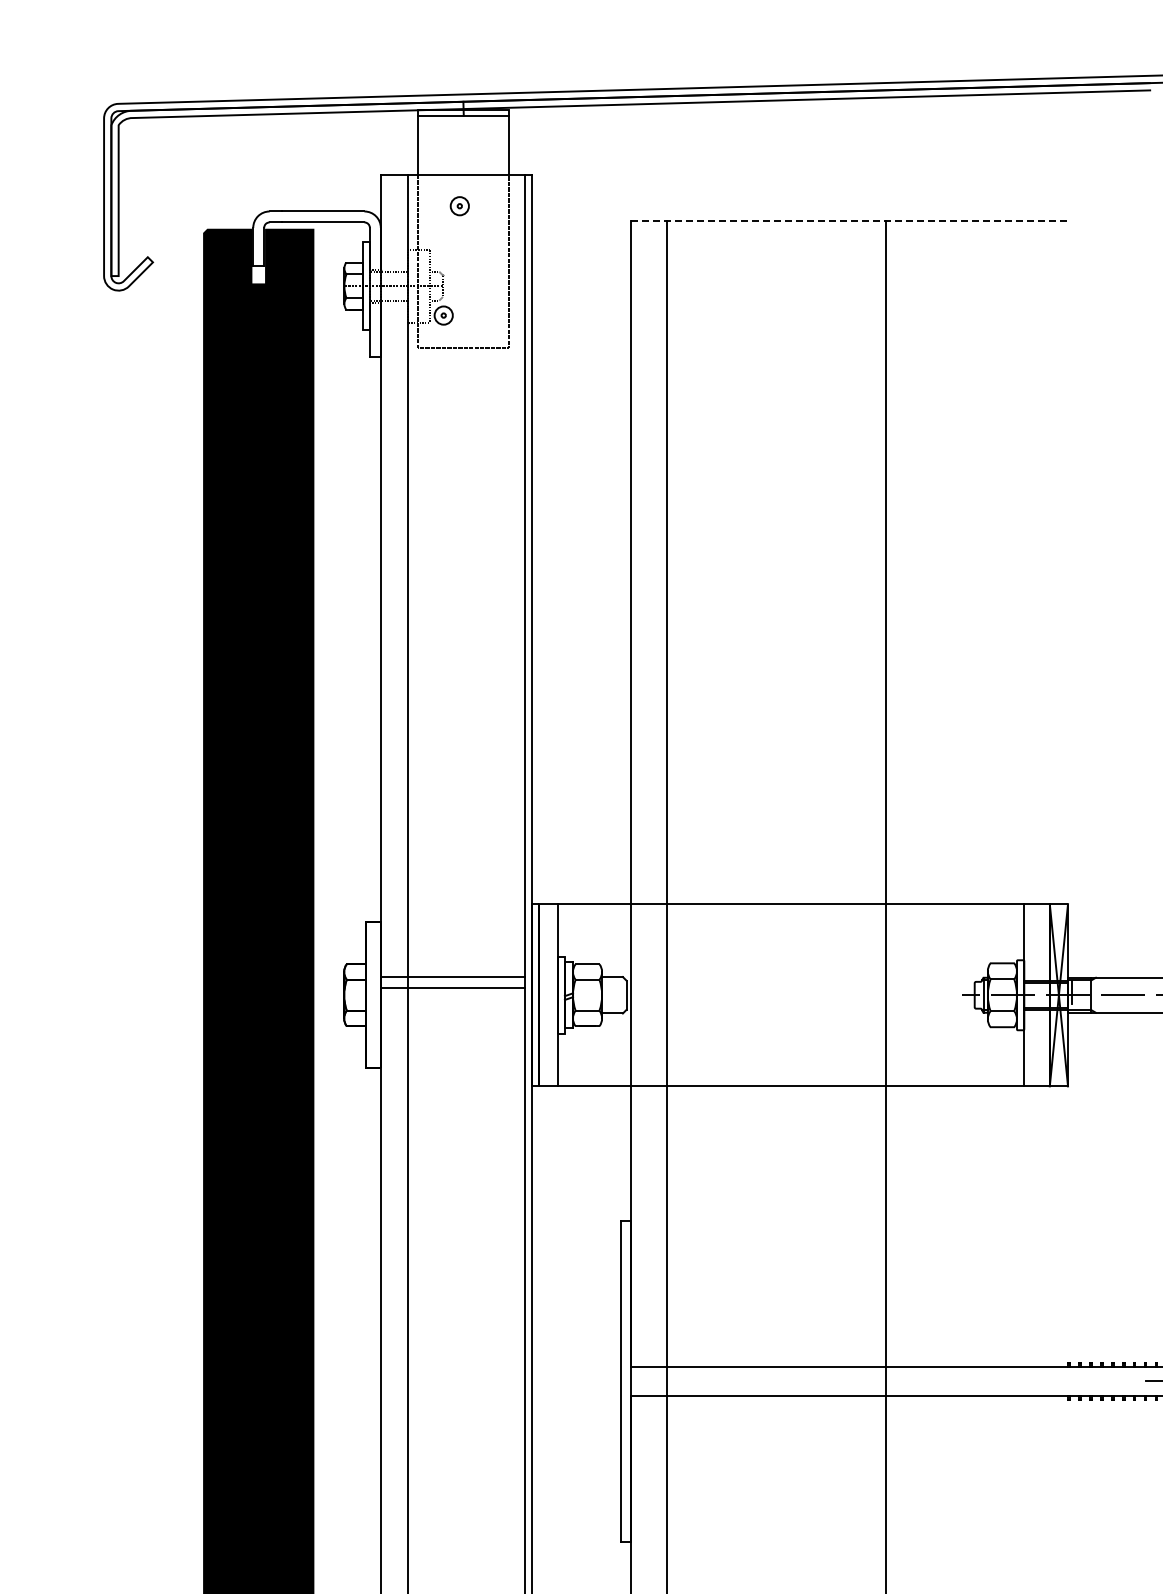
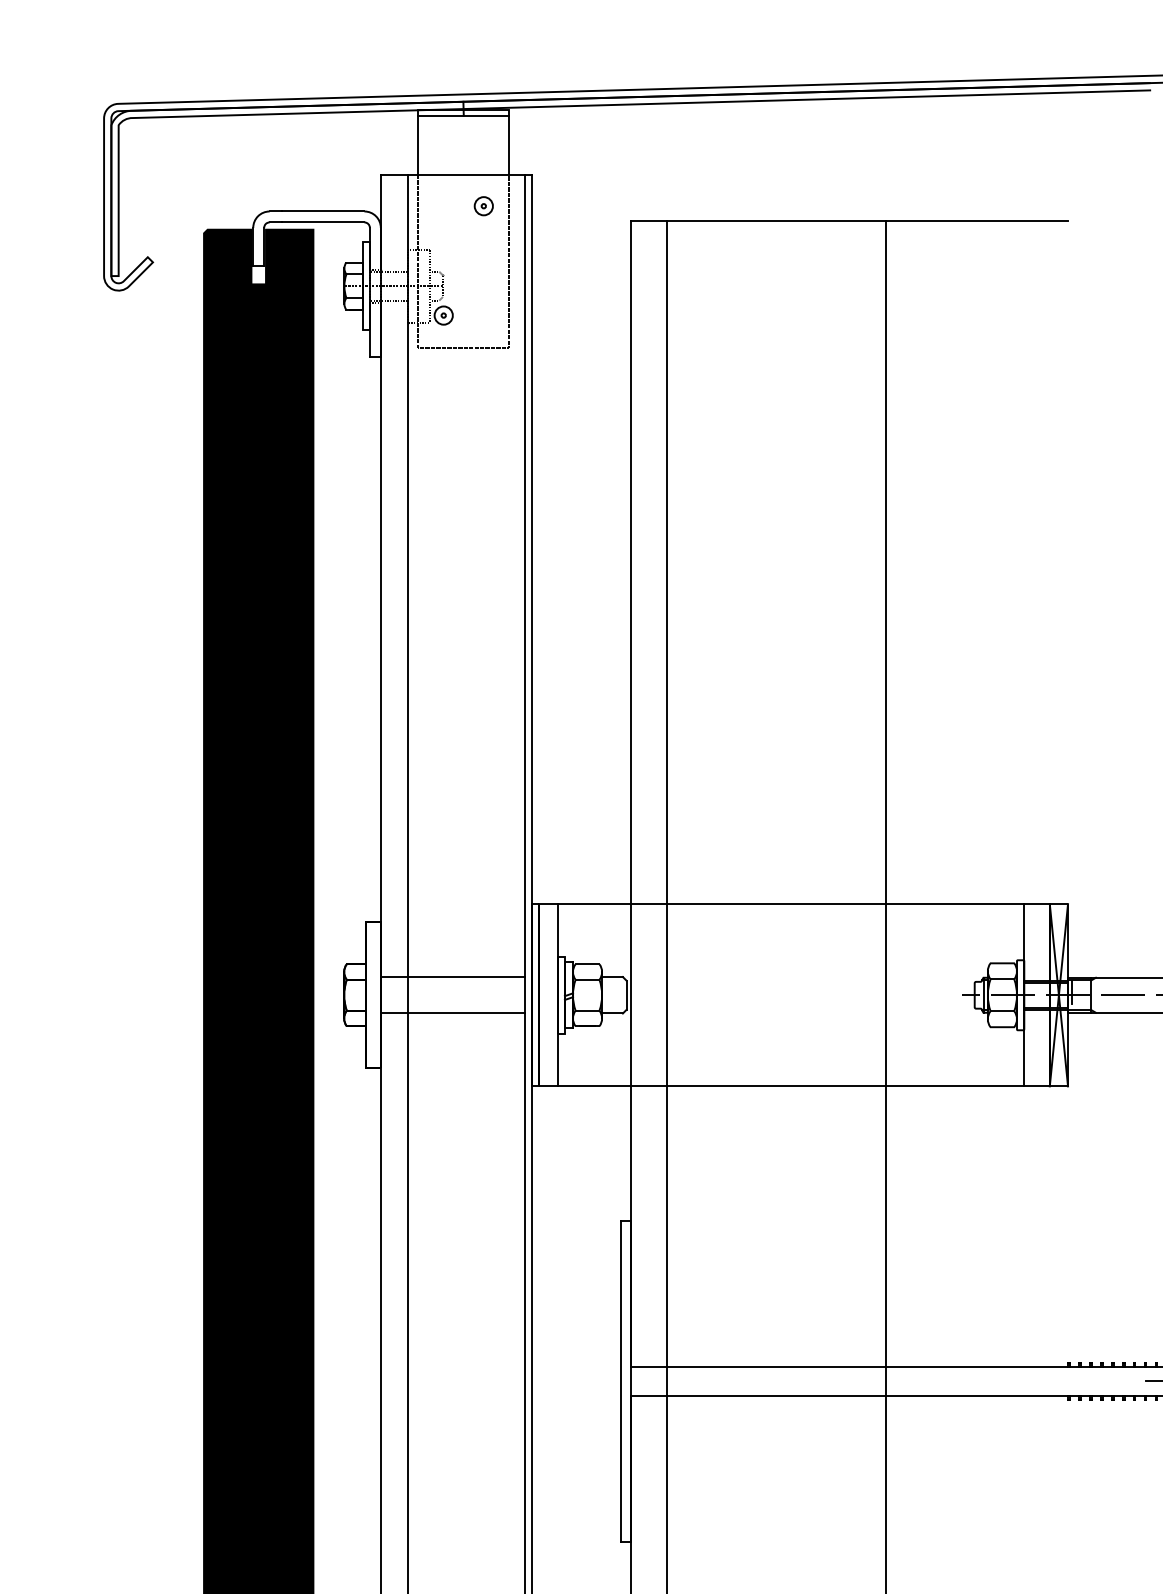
part at (459, 206) position: (459, 206) -> (483, 206)
line at (849, 220): dashed -> solid
line at (452, 988) position: (452, 988) -> (452, 1013)
